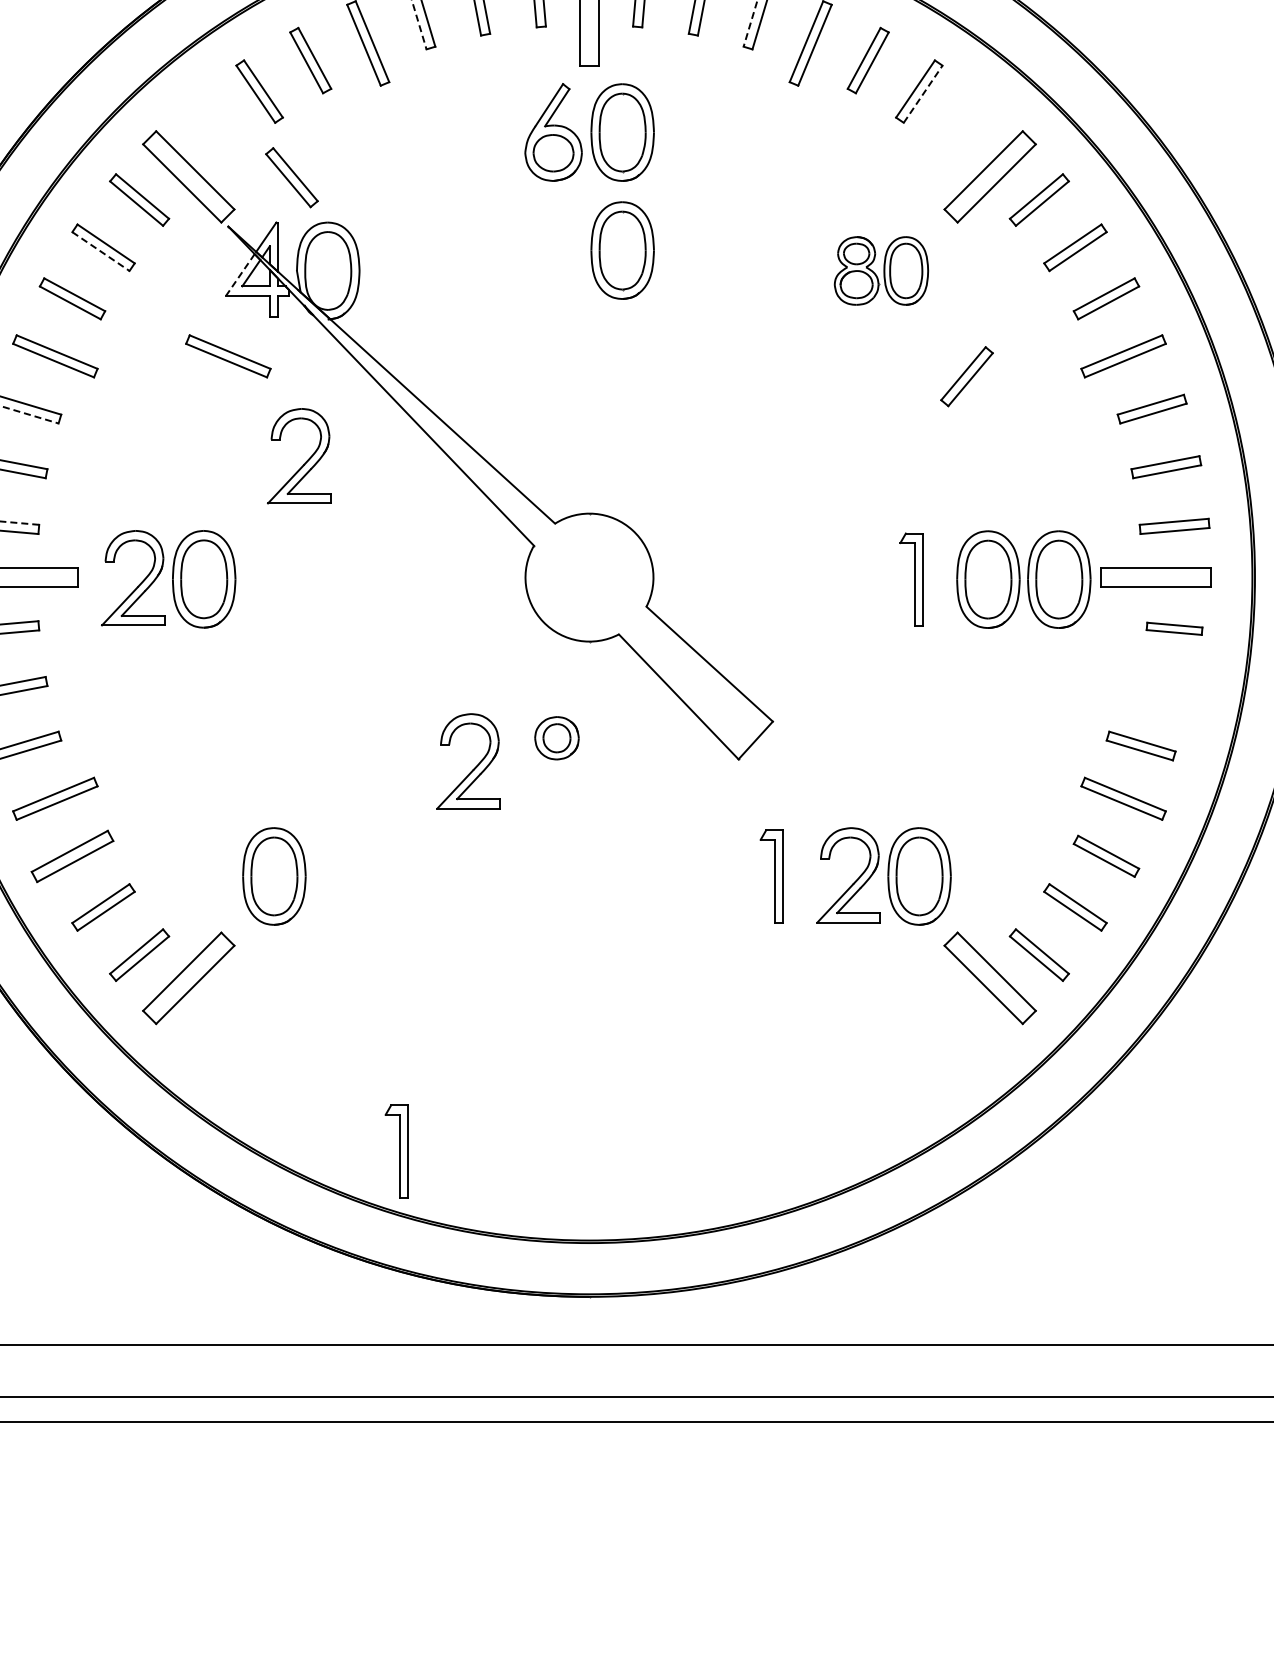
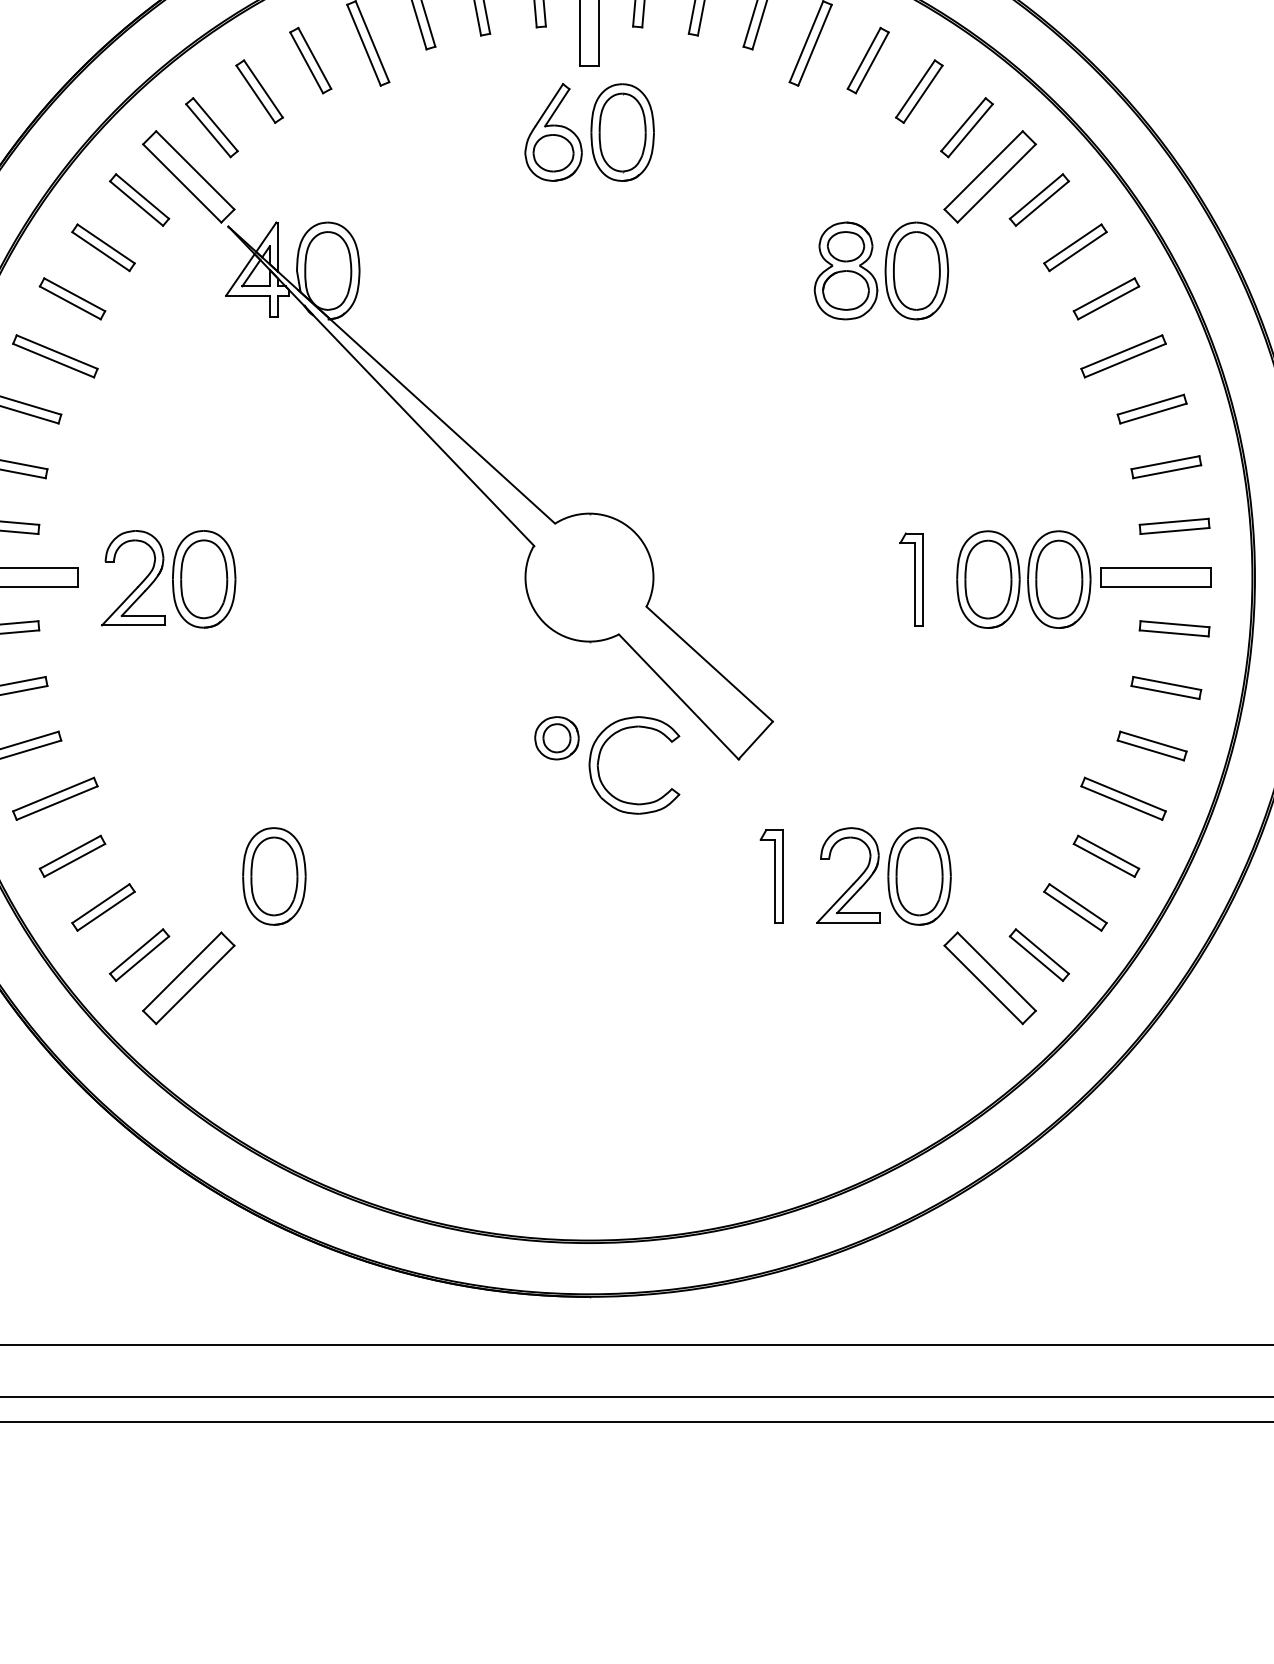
line at (419, 24): dashed -> solid
line at (750, 24): dashed -> solid
line at (923, 94): dashed -> solid
part at (291, 177) position: (291, 177) -> (211, 127)
part at (622, 250): present -> none
line at (100, 251): dashed -> solid
part at (881, 270) size: 97x70 px -> 137x100 px
line at (240, 275): dashed -> solid
part at (228, 356): present -> none
part at (966, 376) position: (966, 376) -> (966, 127)
line at (30, 415): dashed -> solid
part at (305, 461): present -> none
line at (19, 523): dashed -> solid
part at (1174, 628) size: 59x15 px -> 73x18 px
part at (1166, 687): none -> present
part at (1140, 745) position: (1140, 745) -> (1151, 745)
part at (599, 761): none -> present
part at (474, 767): present -> none
part at (72, 856) size: 85x55 px -> 69x44 px
part at (396, 1151): present -> none
